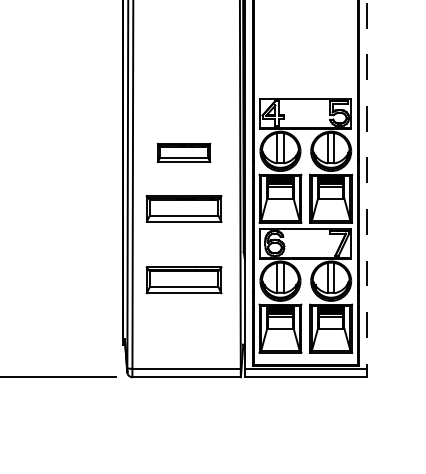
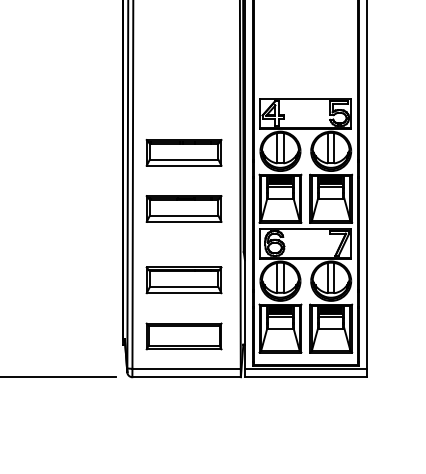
part at (183, 152) size: 56x21 px -> 78x28 px
line at (366, 189): dashed -> solid
part at (183, 336): none -> present
